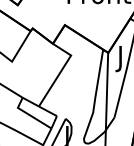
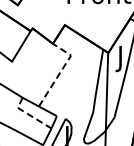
line at (61, 71): solid -> dashed
line at (29, 115): solid -> dashed
